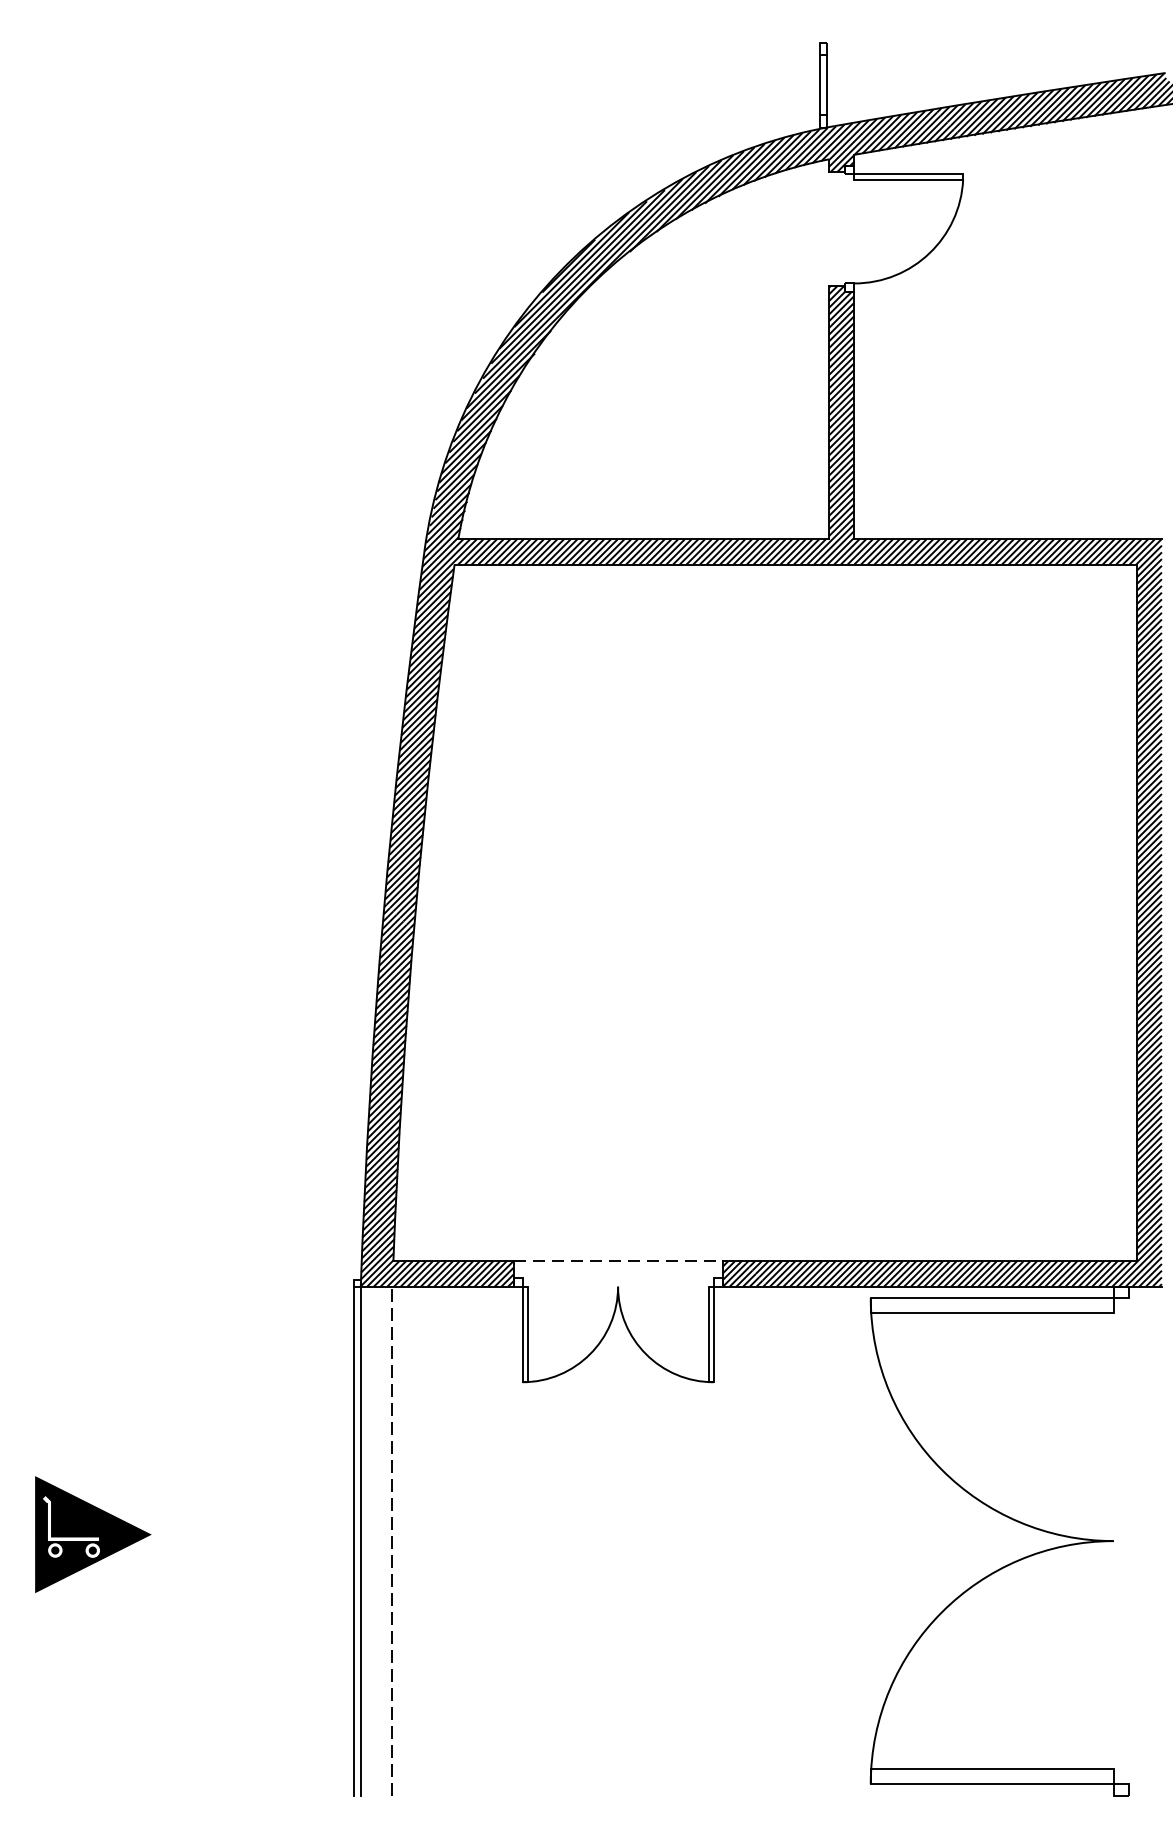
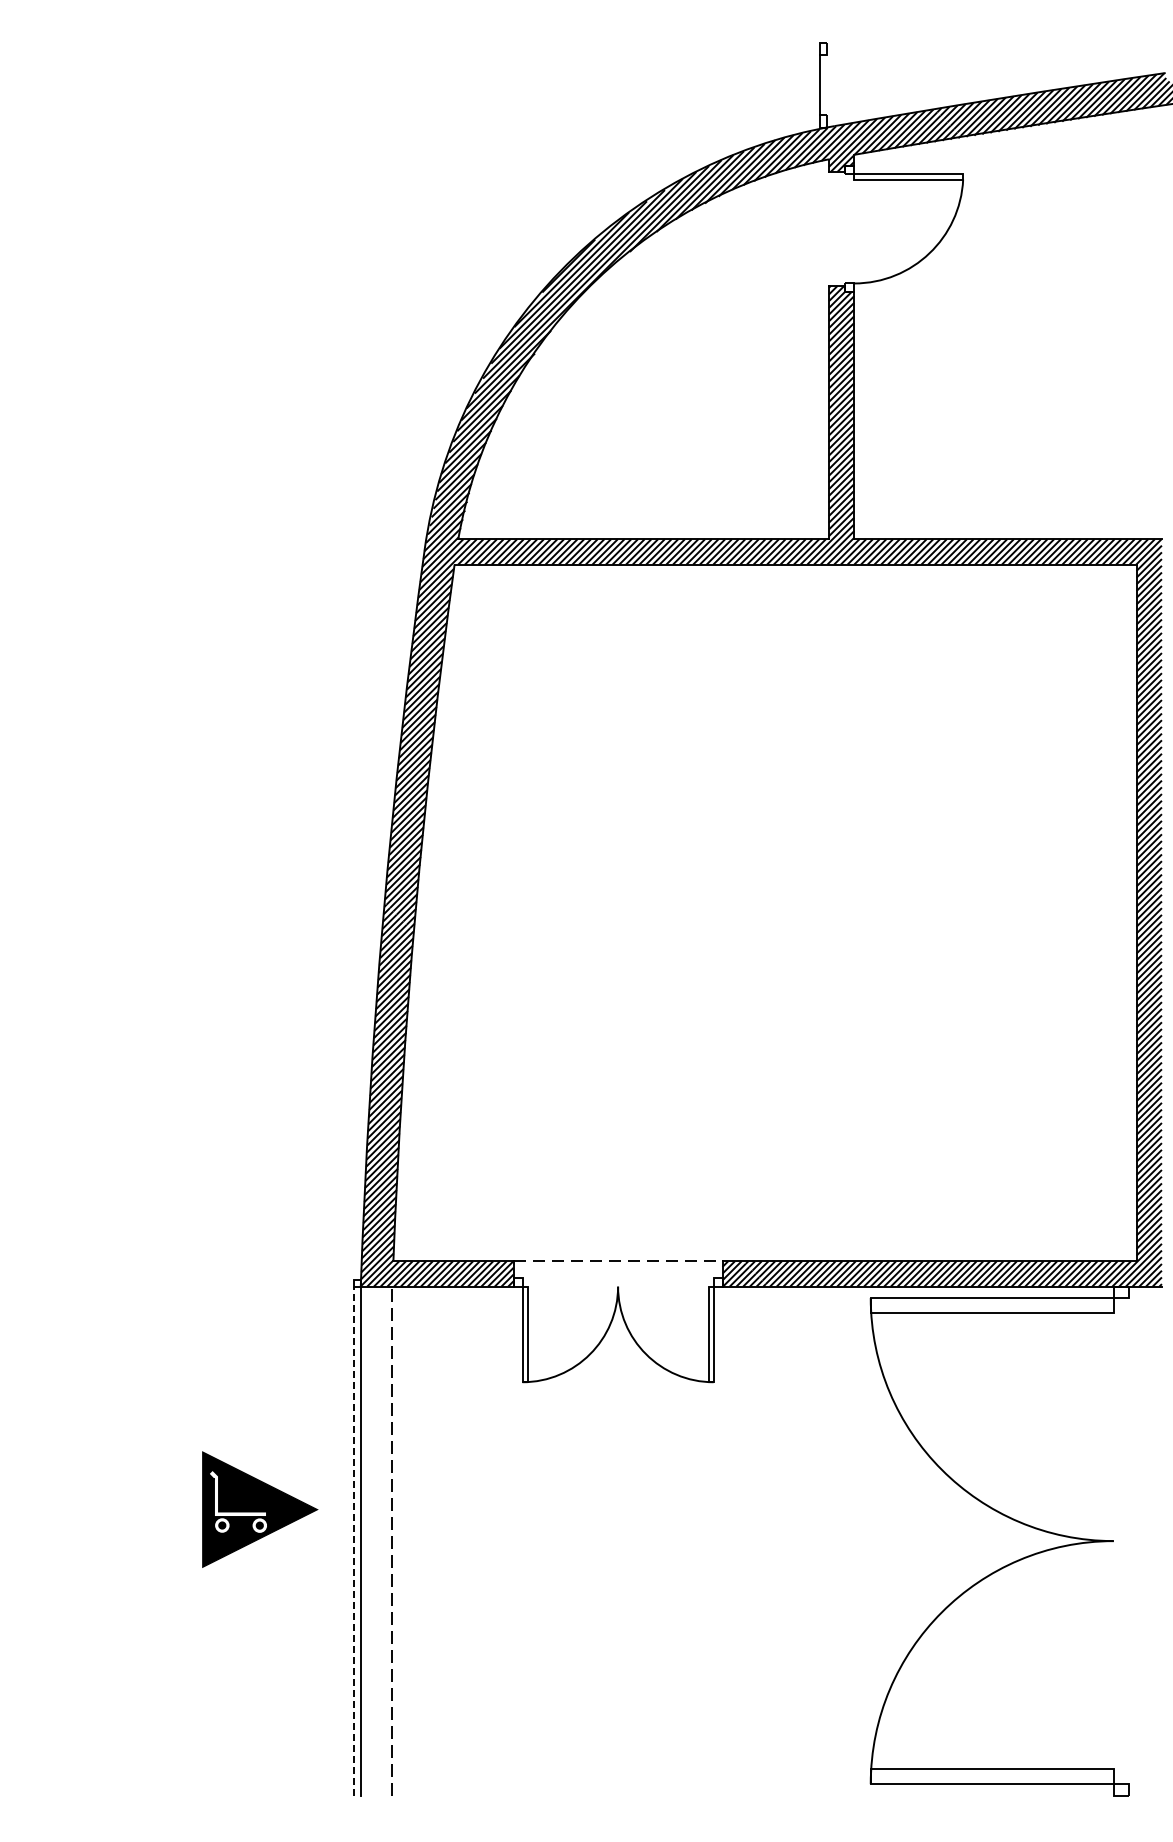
line at (826, 84): present -> none
part at (93, 1534) position: (93, 1534) -> (260, 1509)
line at (354, 1540): solid -> dashed
